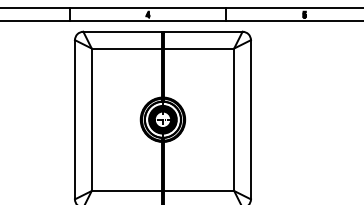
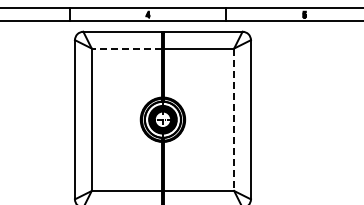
line at (126, 48): solid -> dashed
line at (234, 120): solid -> dashed
